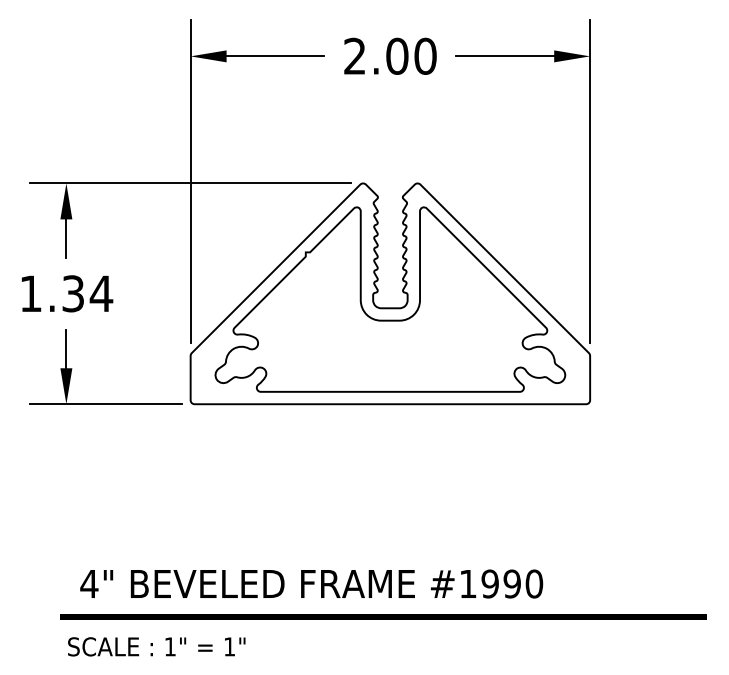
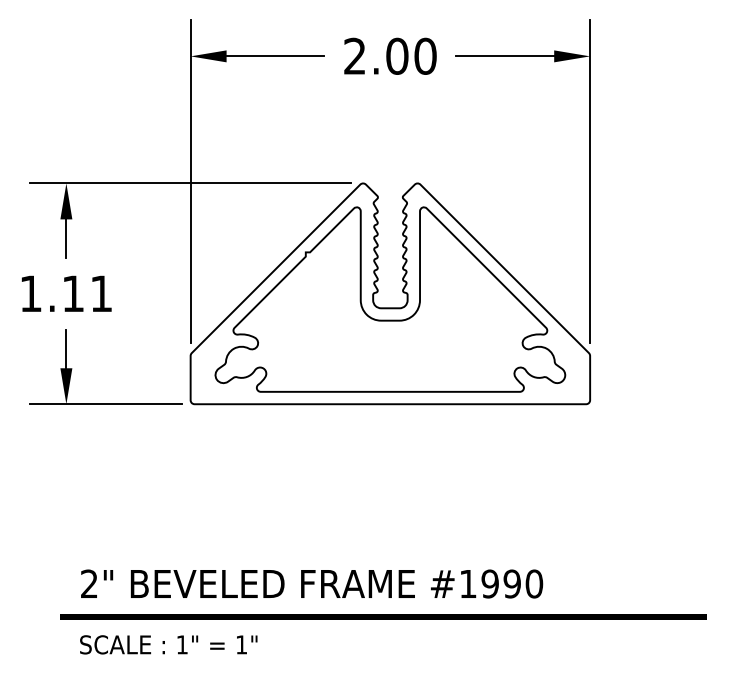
text at (87, 293): 1.34 -> 1.11
text at (89, 583): 4" -> 2"
text at (156, 646) position: (156, 646) -> (168, 644)
